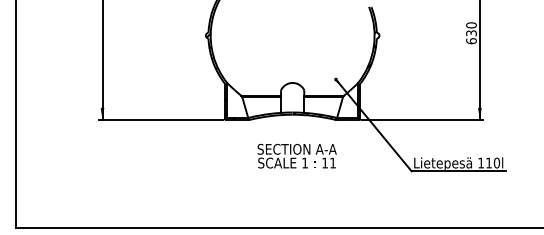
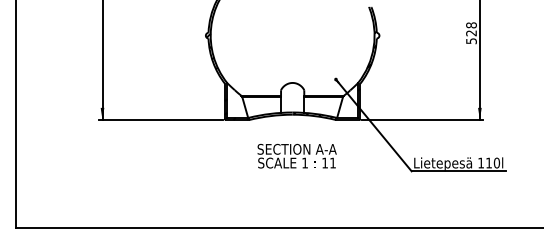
text at (471, 33): 630 -> 528
